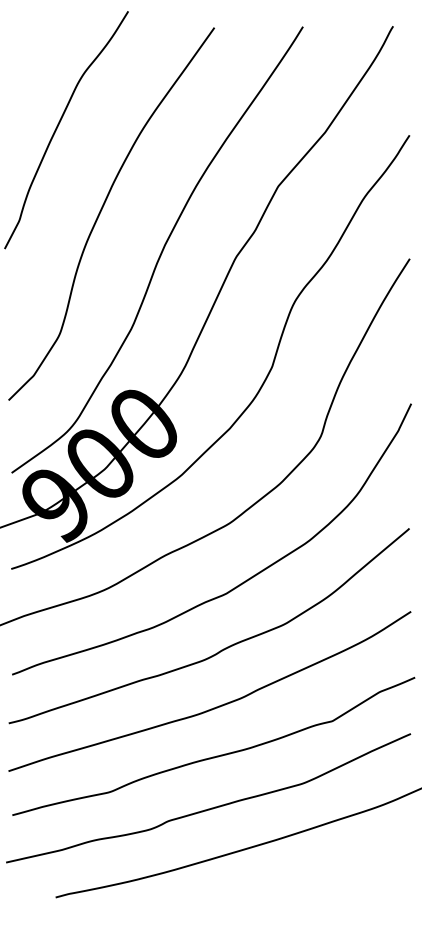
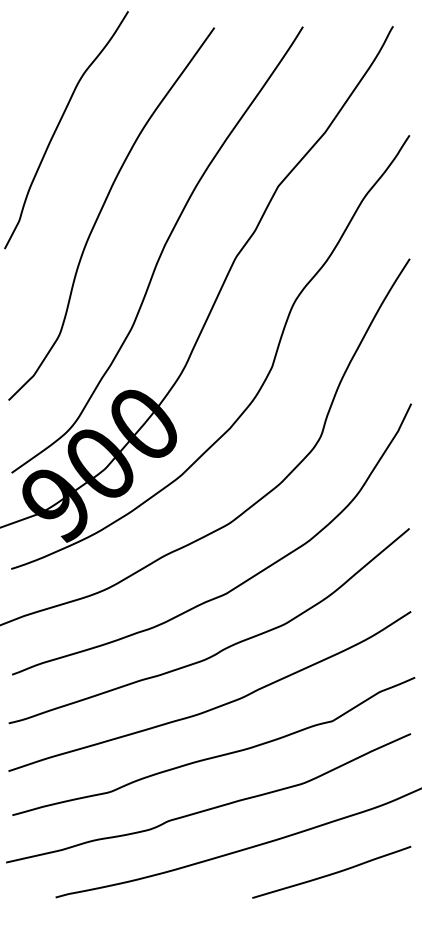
curve at (331, 873): none -> present
